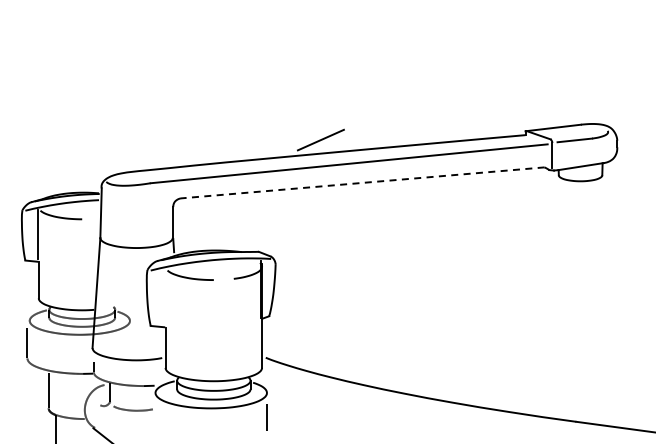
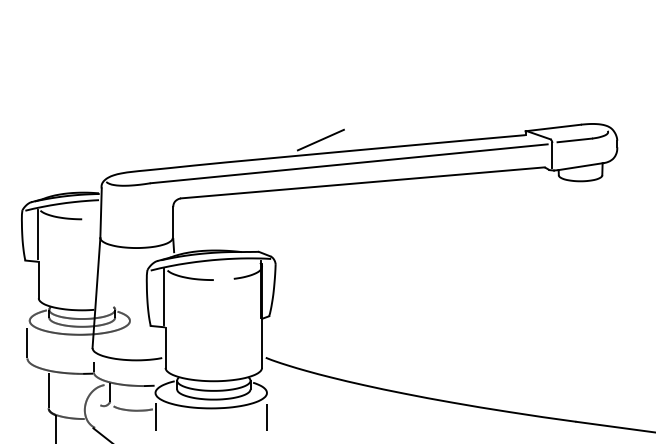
line at (362, 182): dashed -> solid
line at (164, 296): none -> present
line at (155, 416): none -> present
